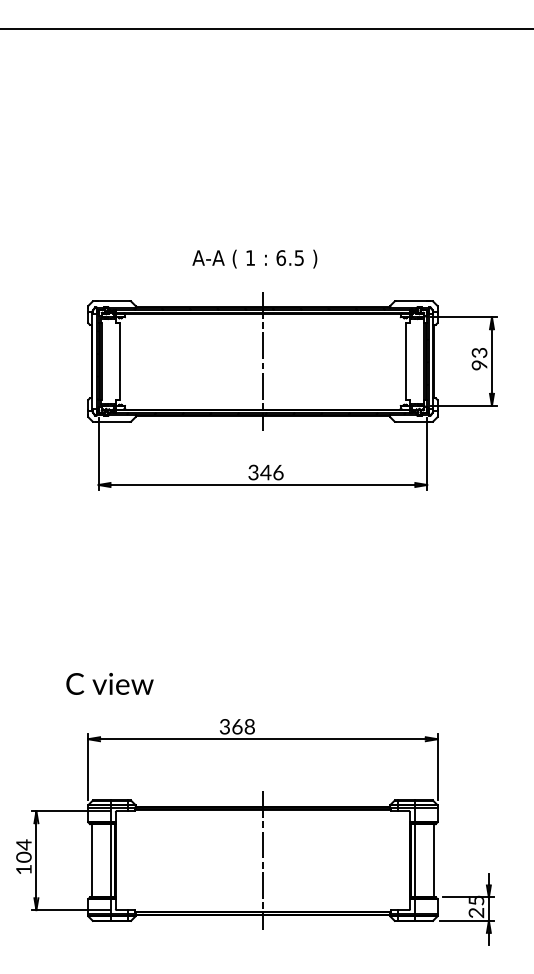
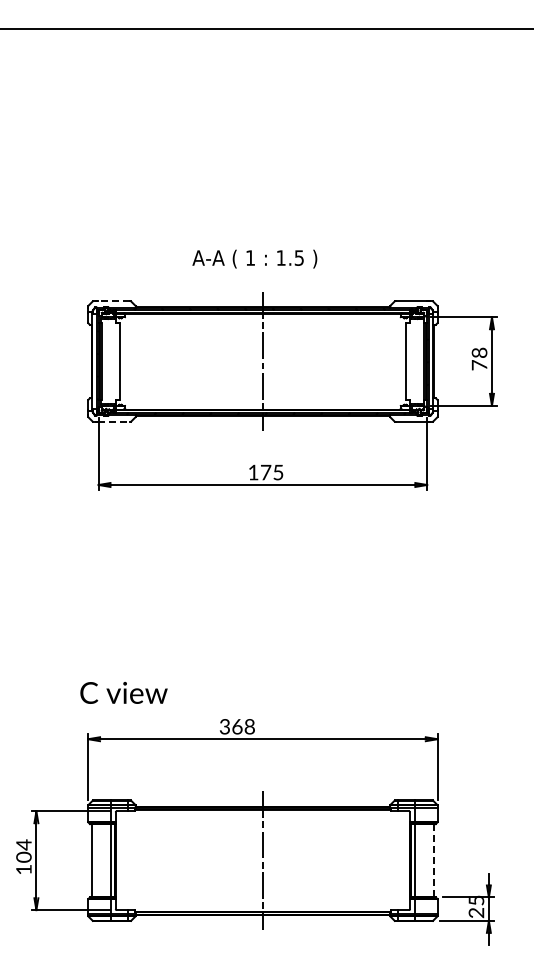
text at (280, 257): 6.5 -> 1.5
line at (114, 301): solid -> dashed
text at (479, 358): 93 -> 78
line at (114, 421): solid -> dashed
text at (265, 472): 346 -> 175
text at (109, 683) position: (109, 683) -> (123, 692)
line at (433, 860): solid -> dashed
